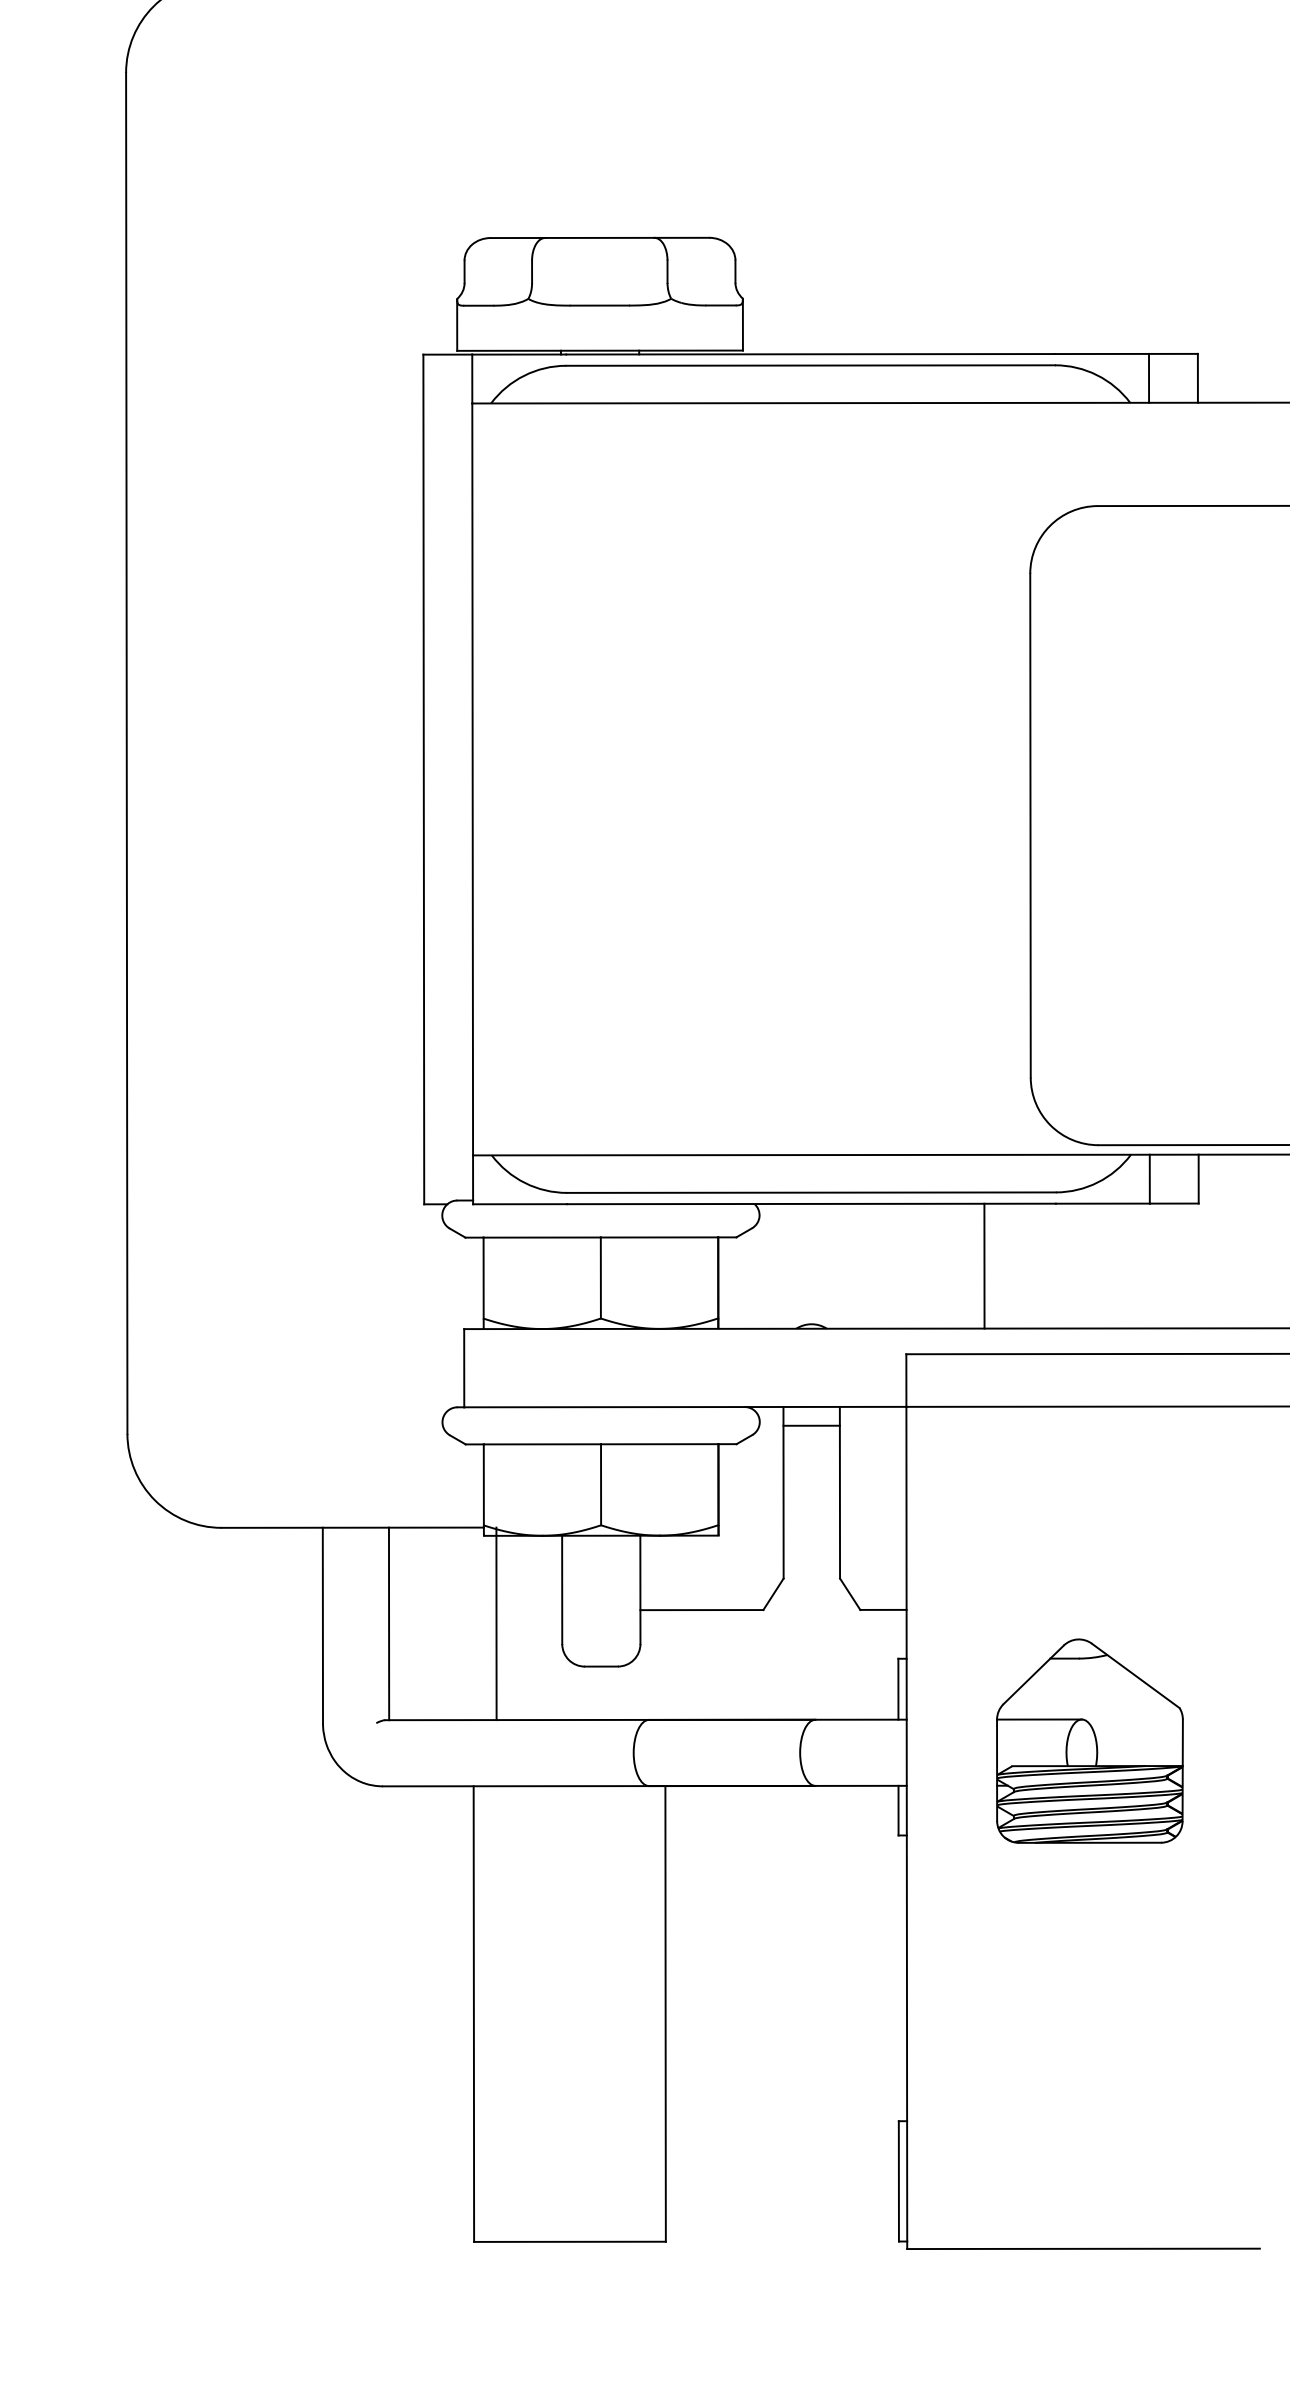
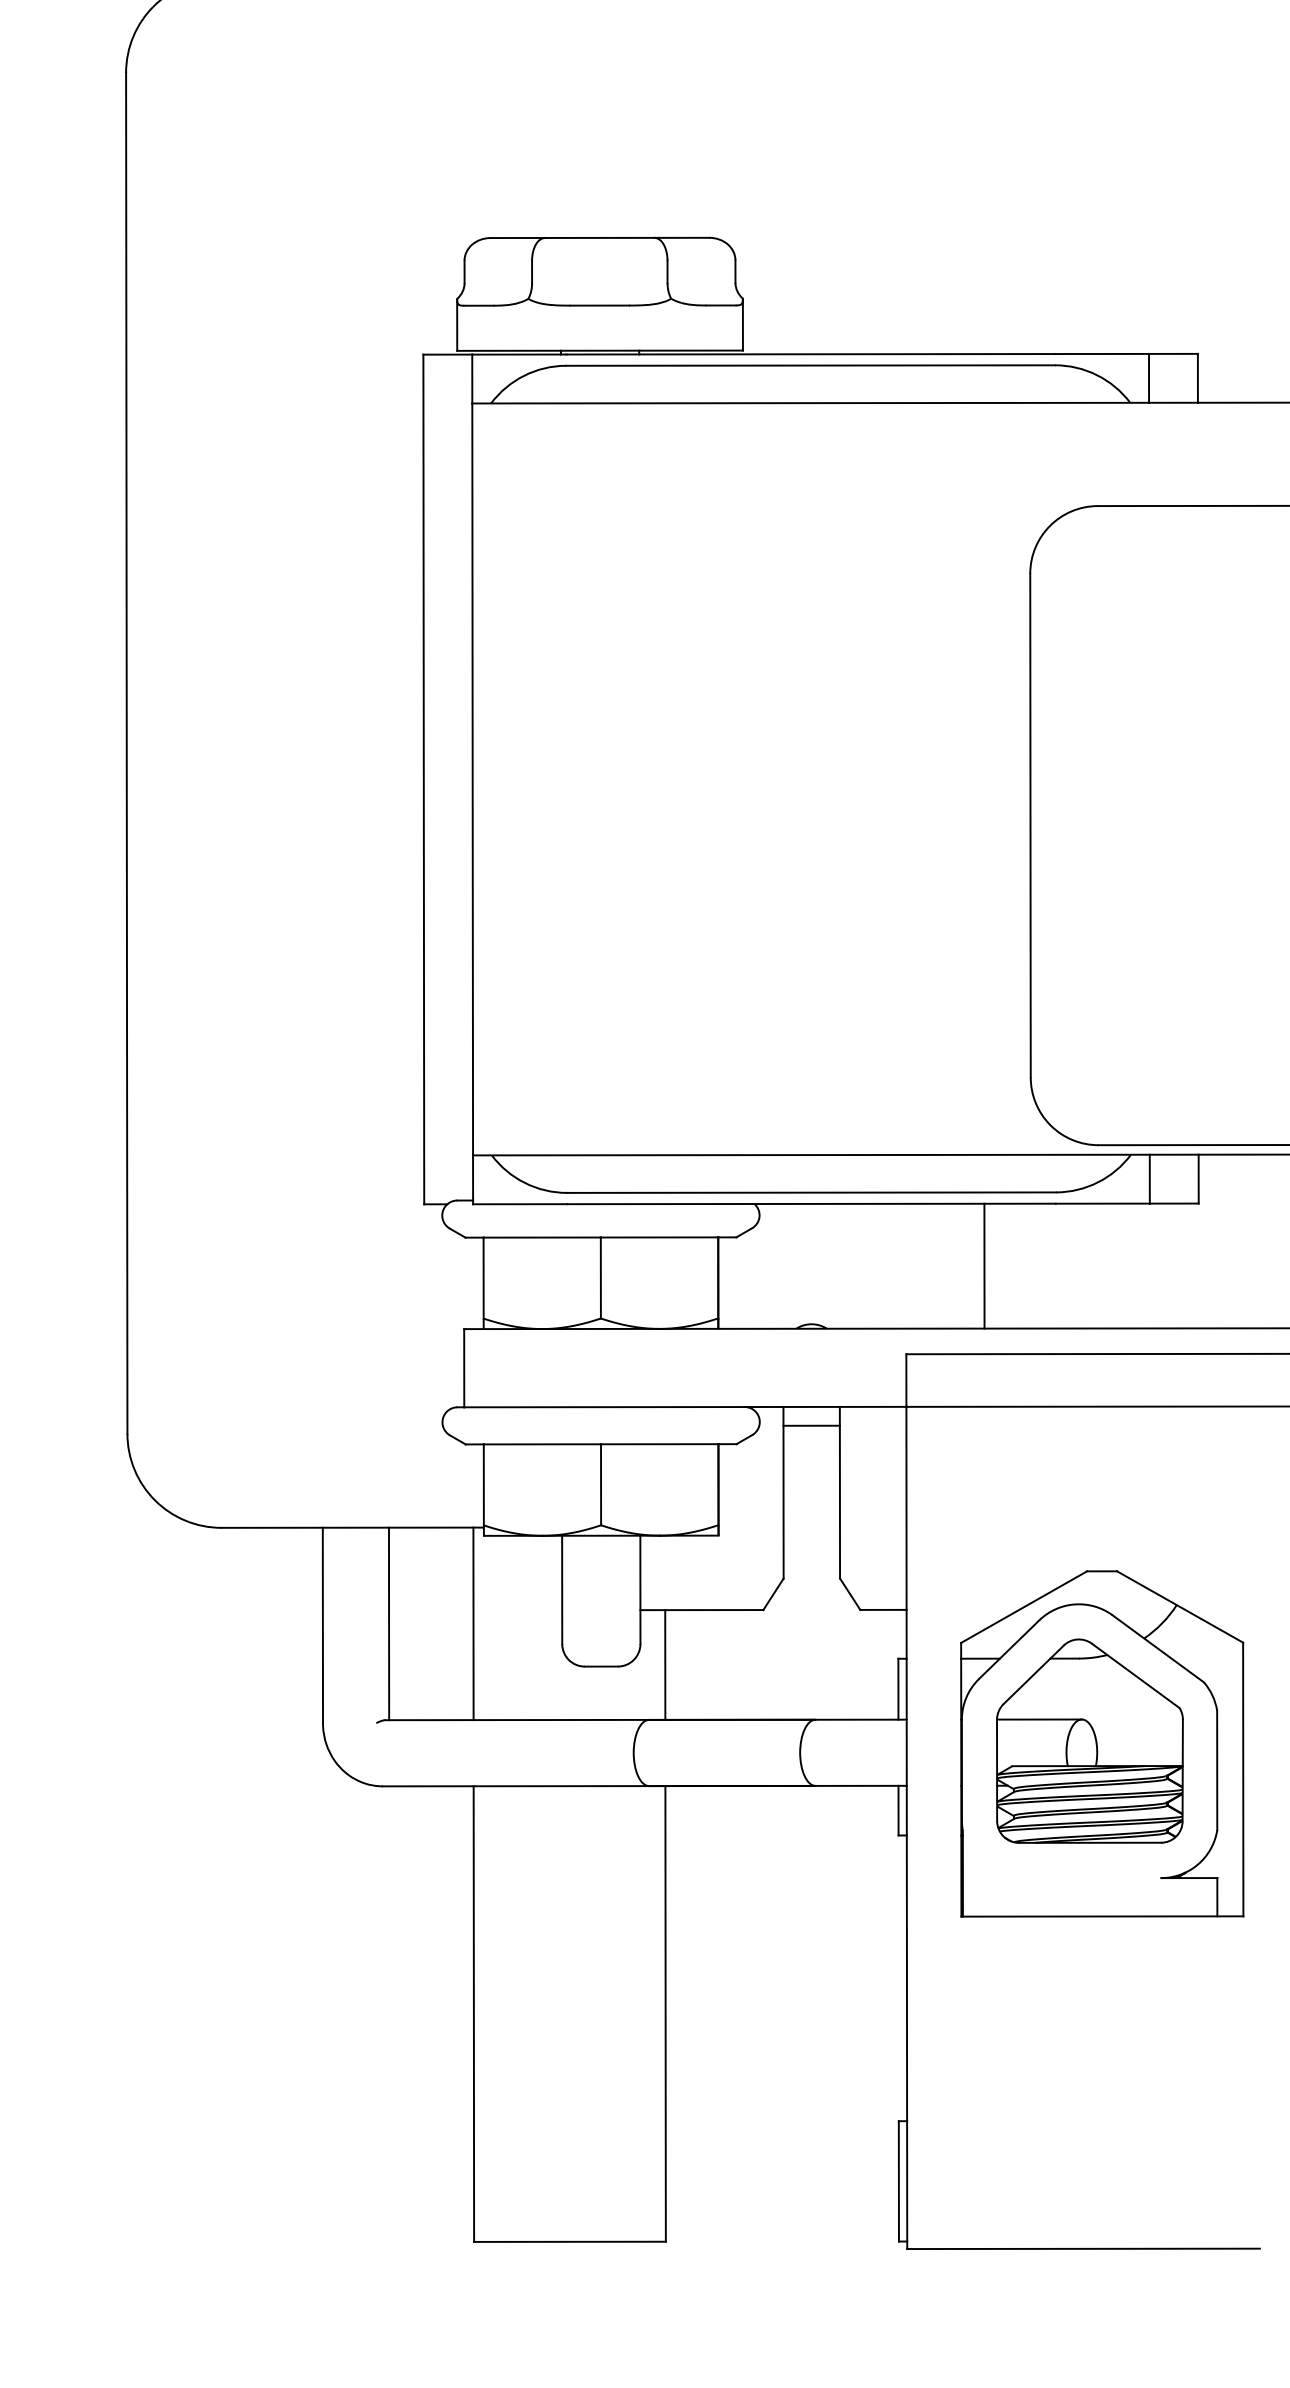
line at (496, 1623) position: (496, 1623) -> (473, 1623)
line at (665, 1664): none -> present
part at (1102, 1743): none -> present
